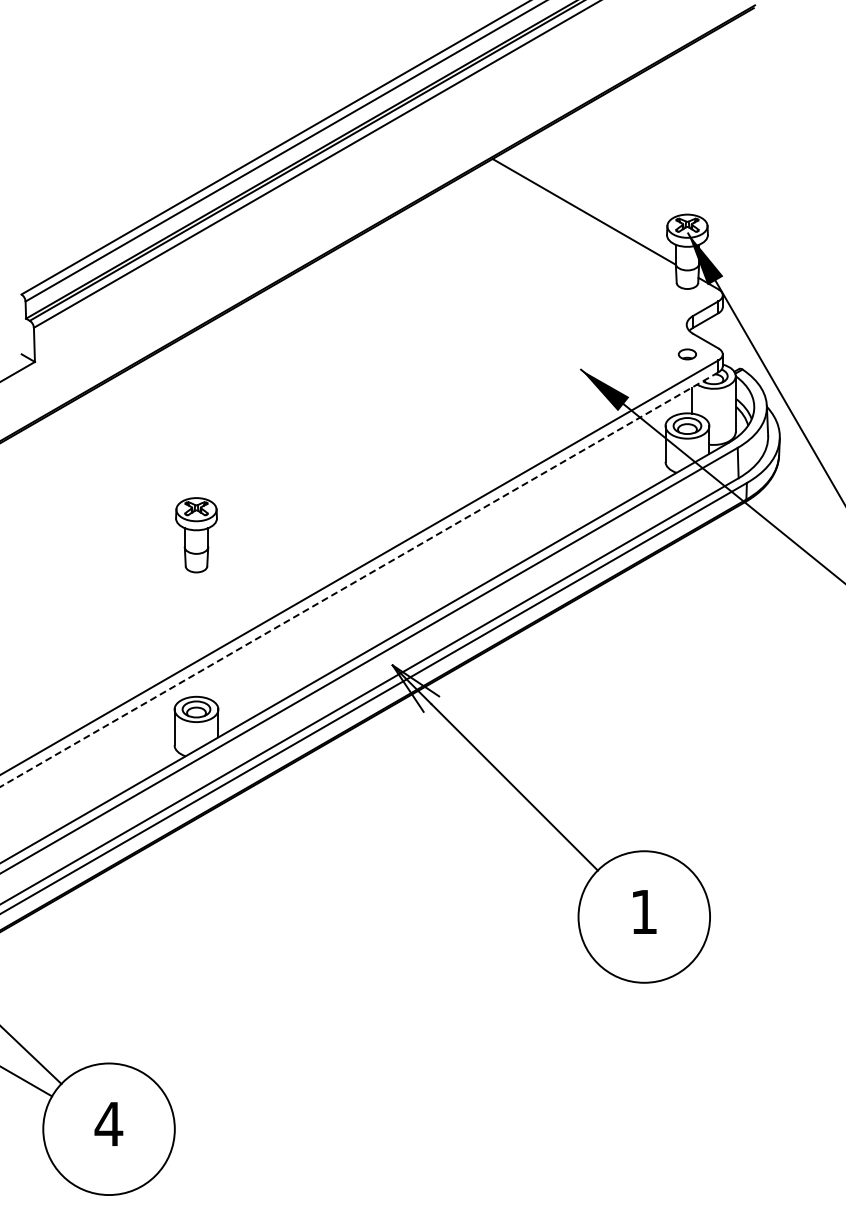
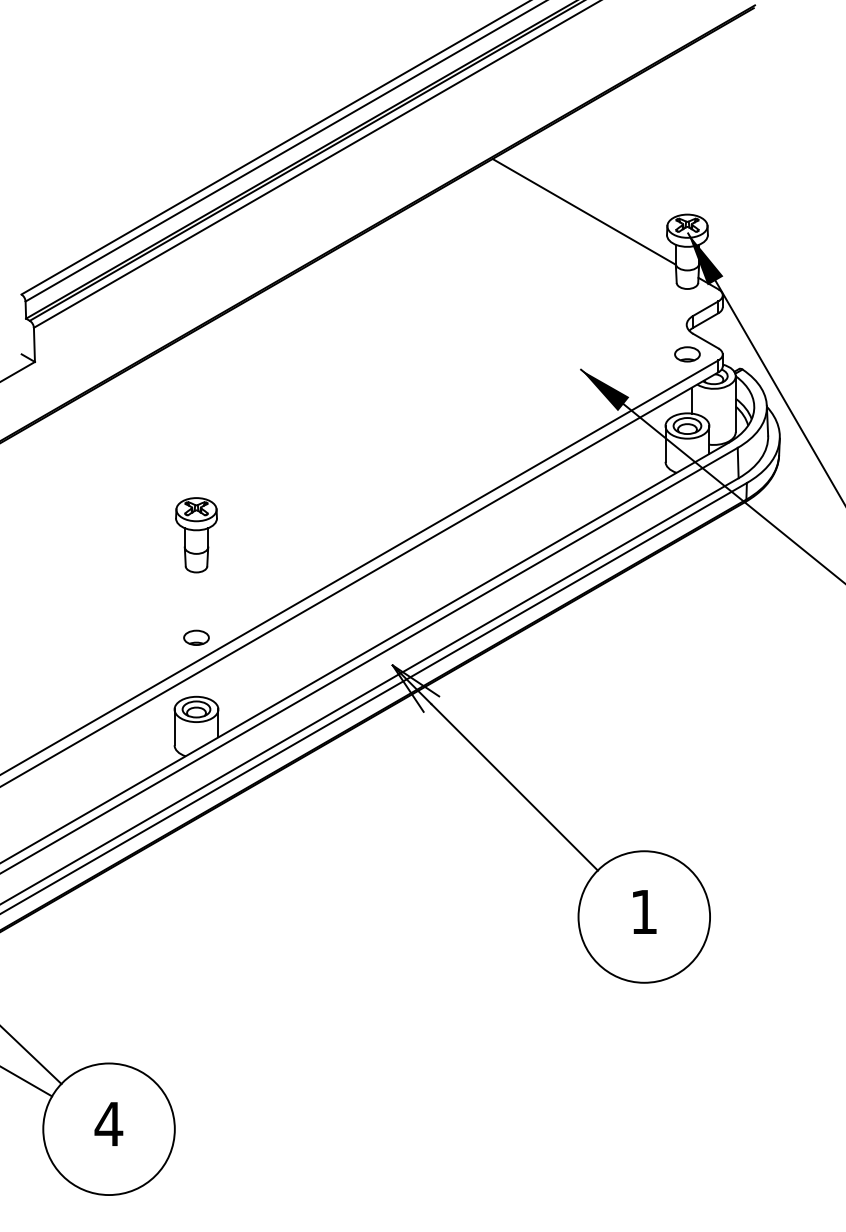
part at (686, 354) size: 20x13 px -> 27x17 px
line at (359, 579): dashed -> solid
part at (196, 637): none -> present
